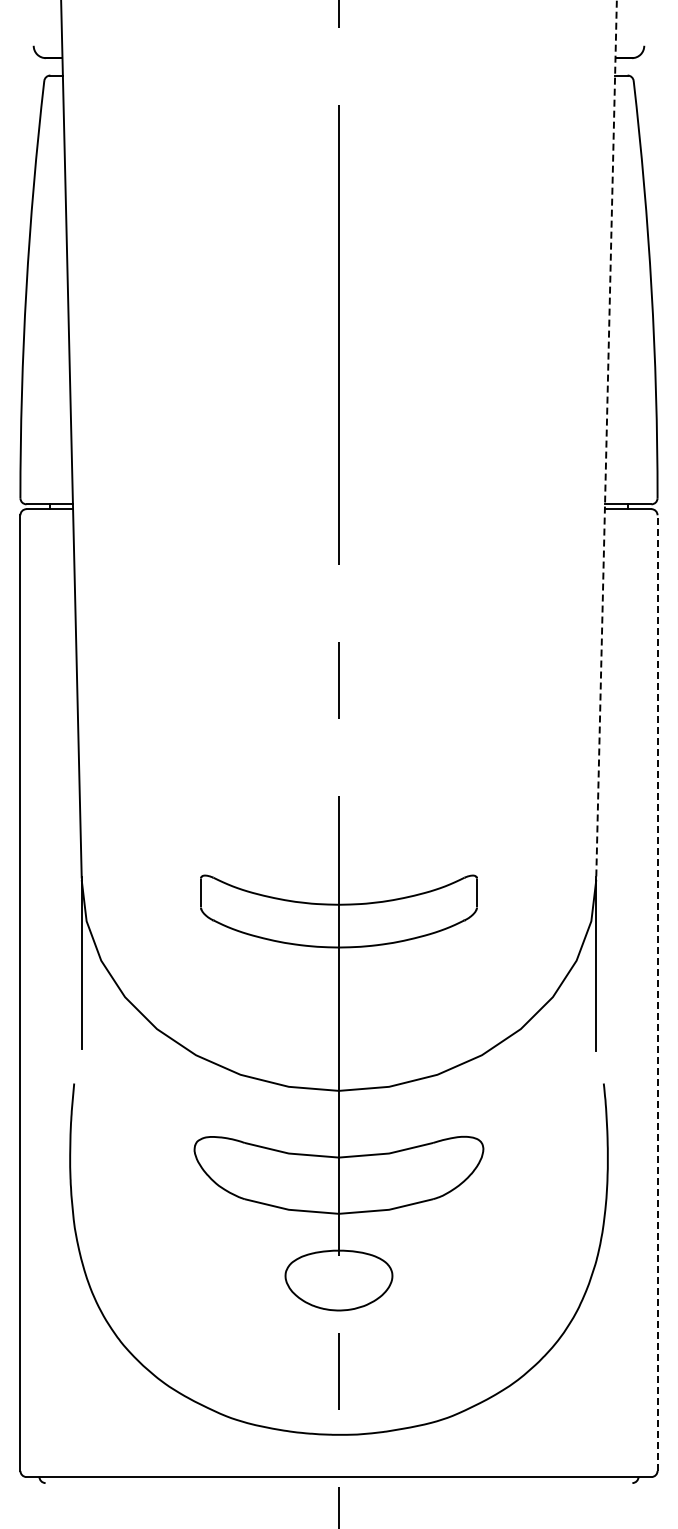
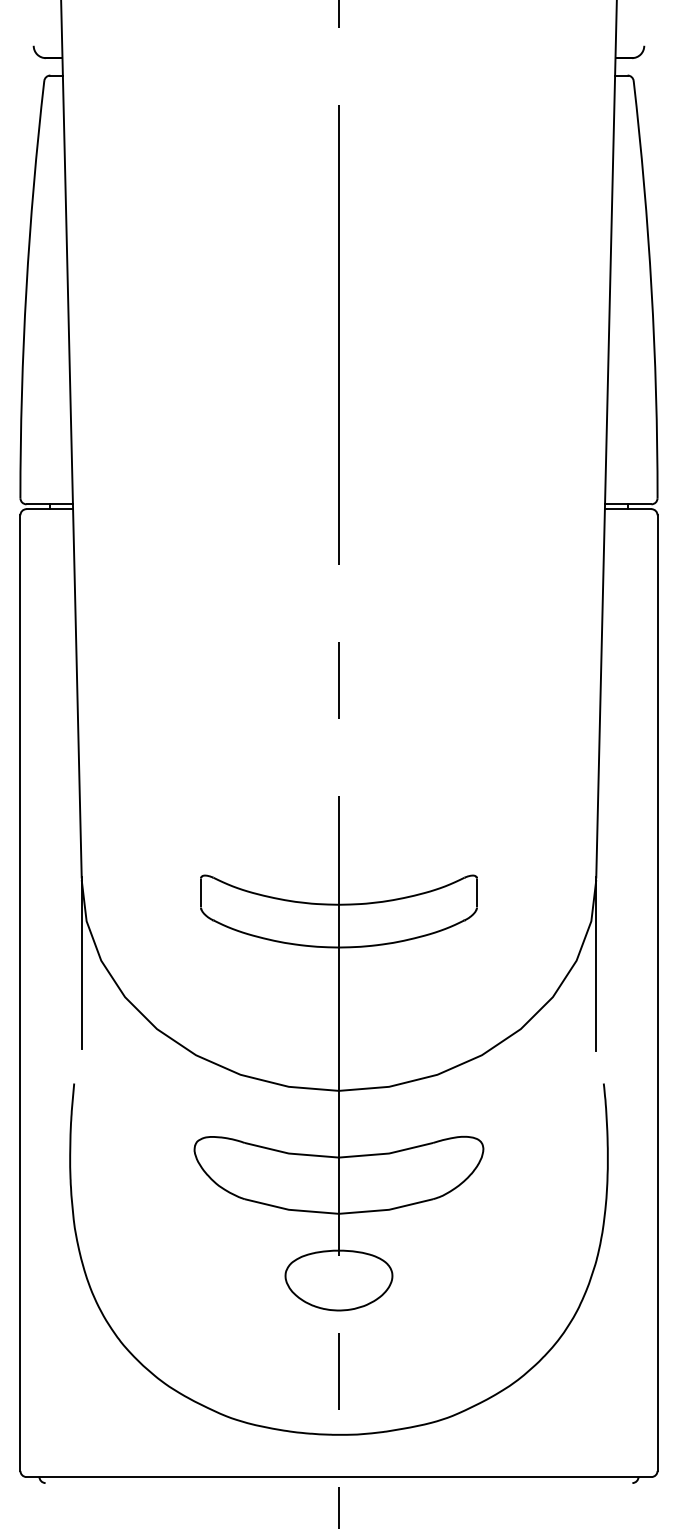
line at (606, 439): dashed -> solid
line at (657, 993): dashed -> solid
